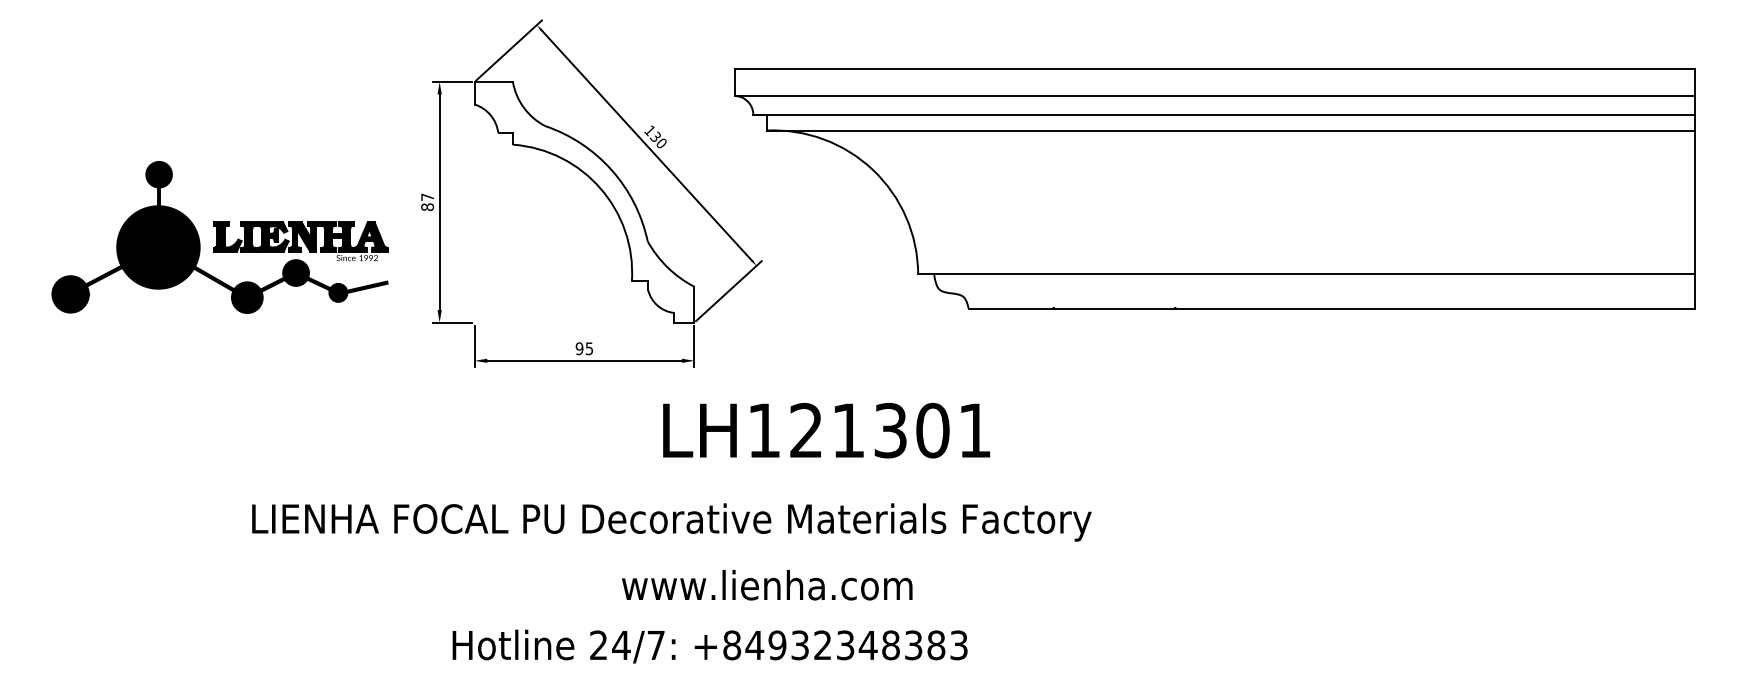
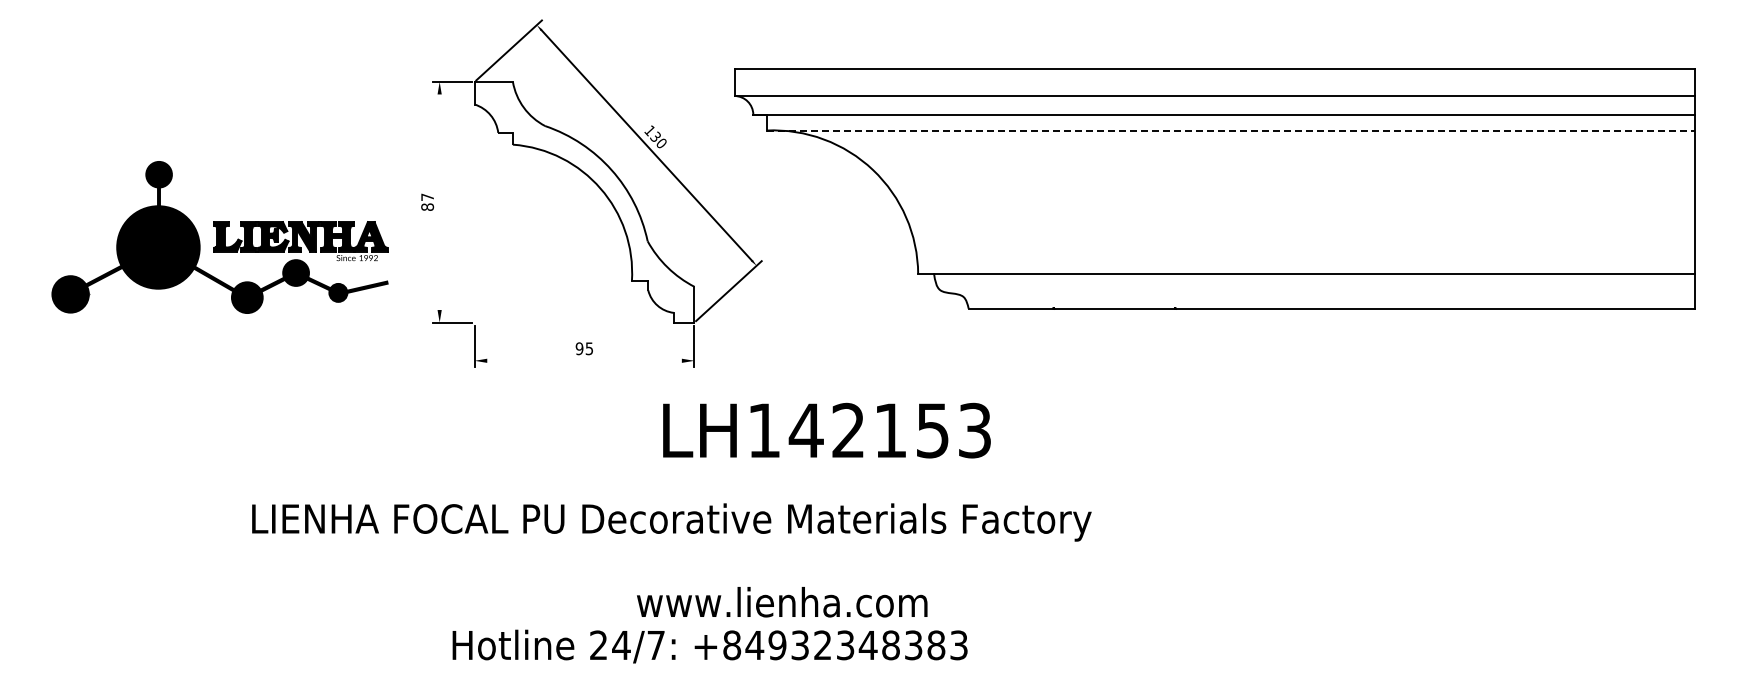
line at (1230, 130): solid -> dashed
line at (439, 202): present -> none
line at (584, 360): present -> none
text at (889, 430): LH121301 -> LH142153
text at (767, 585) position: (767, 585) -> (782, 602)
